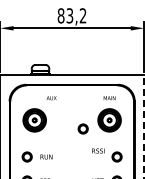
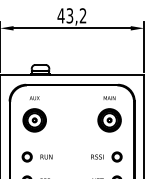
text at (60, 15): 83,2 -> 43,2
text at (51, 98) position: (51, 98) -> (34, 98)
line at (144, 126): dashed -> solid
part at (82, 128): present -> none
text at (98, 150) position: (98, 150) -> (97, 156)
